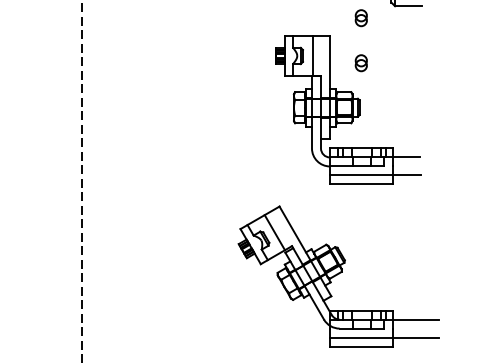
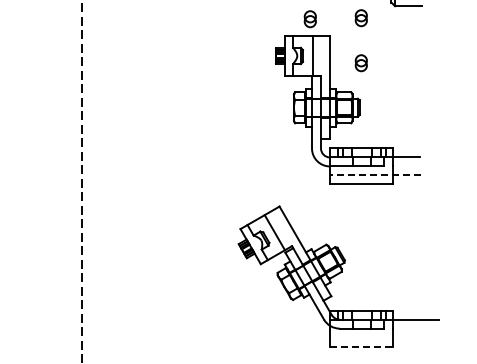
part at (309, 19): none -> present
line at (374, 175): solid -> dashed
line at (384, 337): present -> none
line at (361, 346): solid -> dashed
